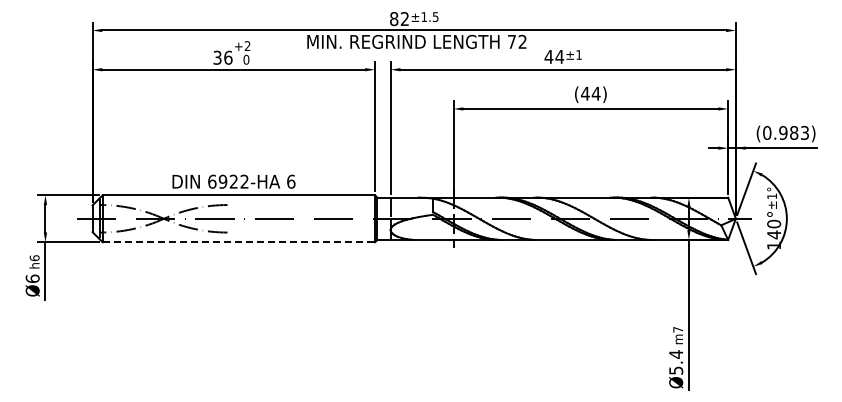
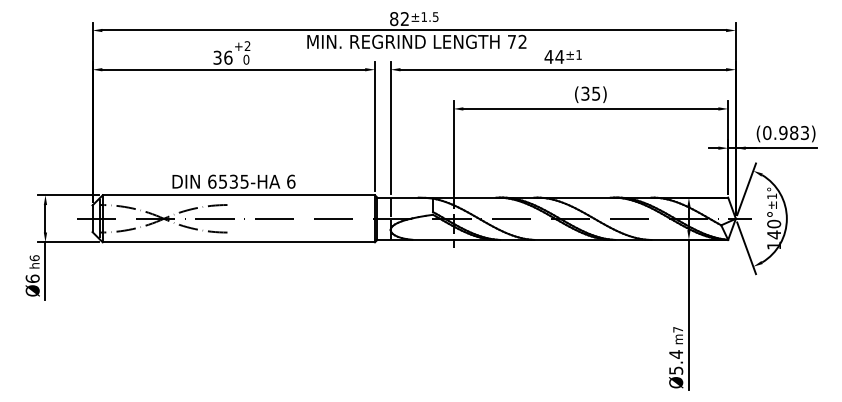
text at (590, 93): (44) -> (35)
text at (233, 181): 6922-HA -> 6535-HA
line at (239, 242): dashed -> solid
